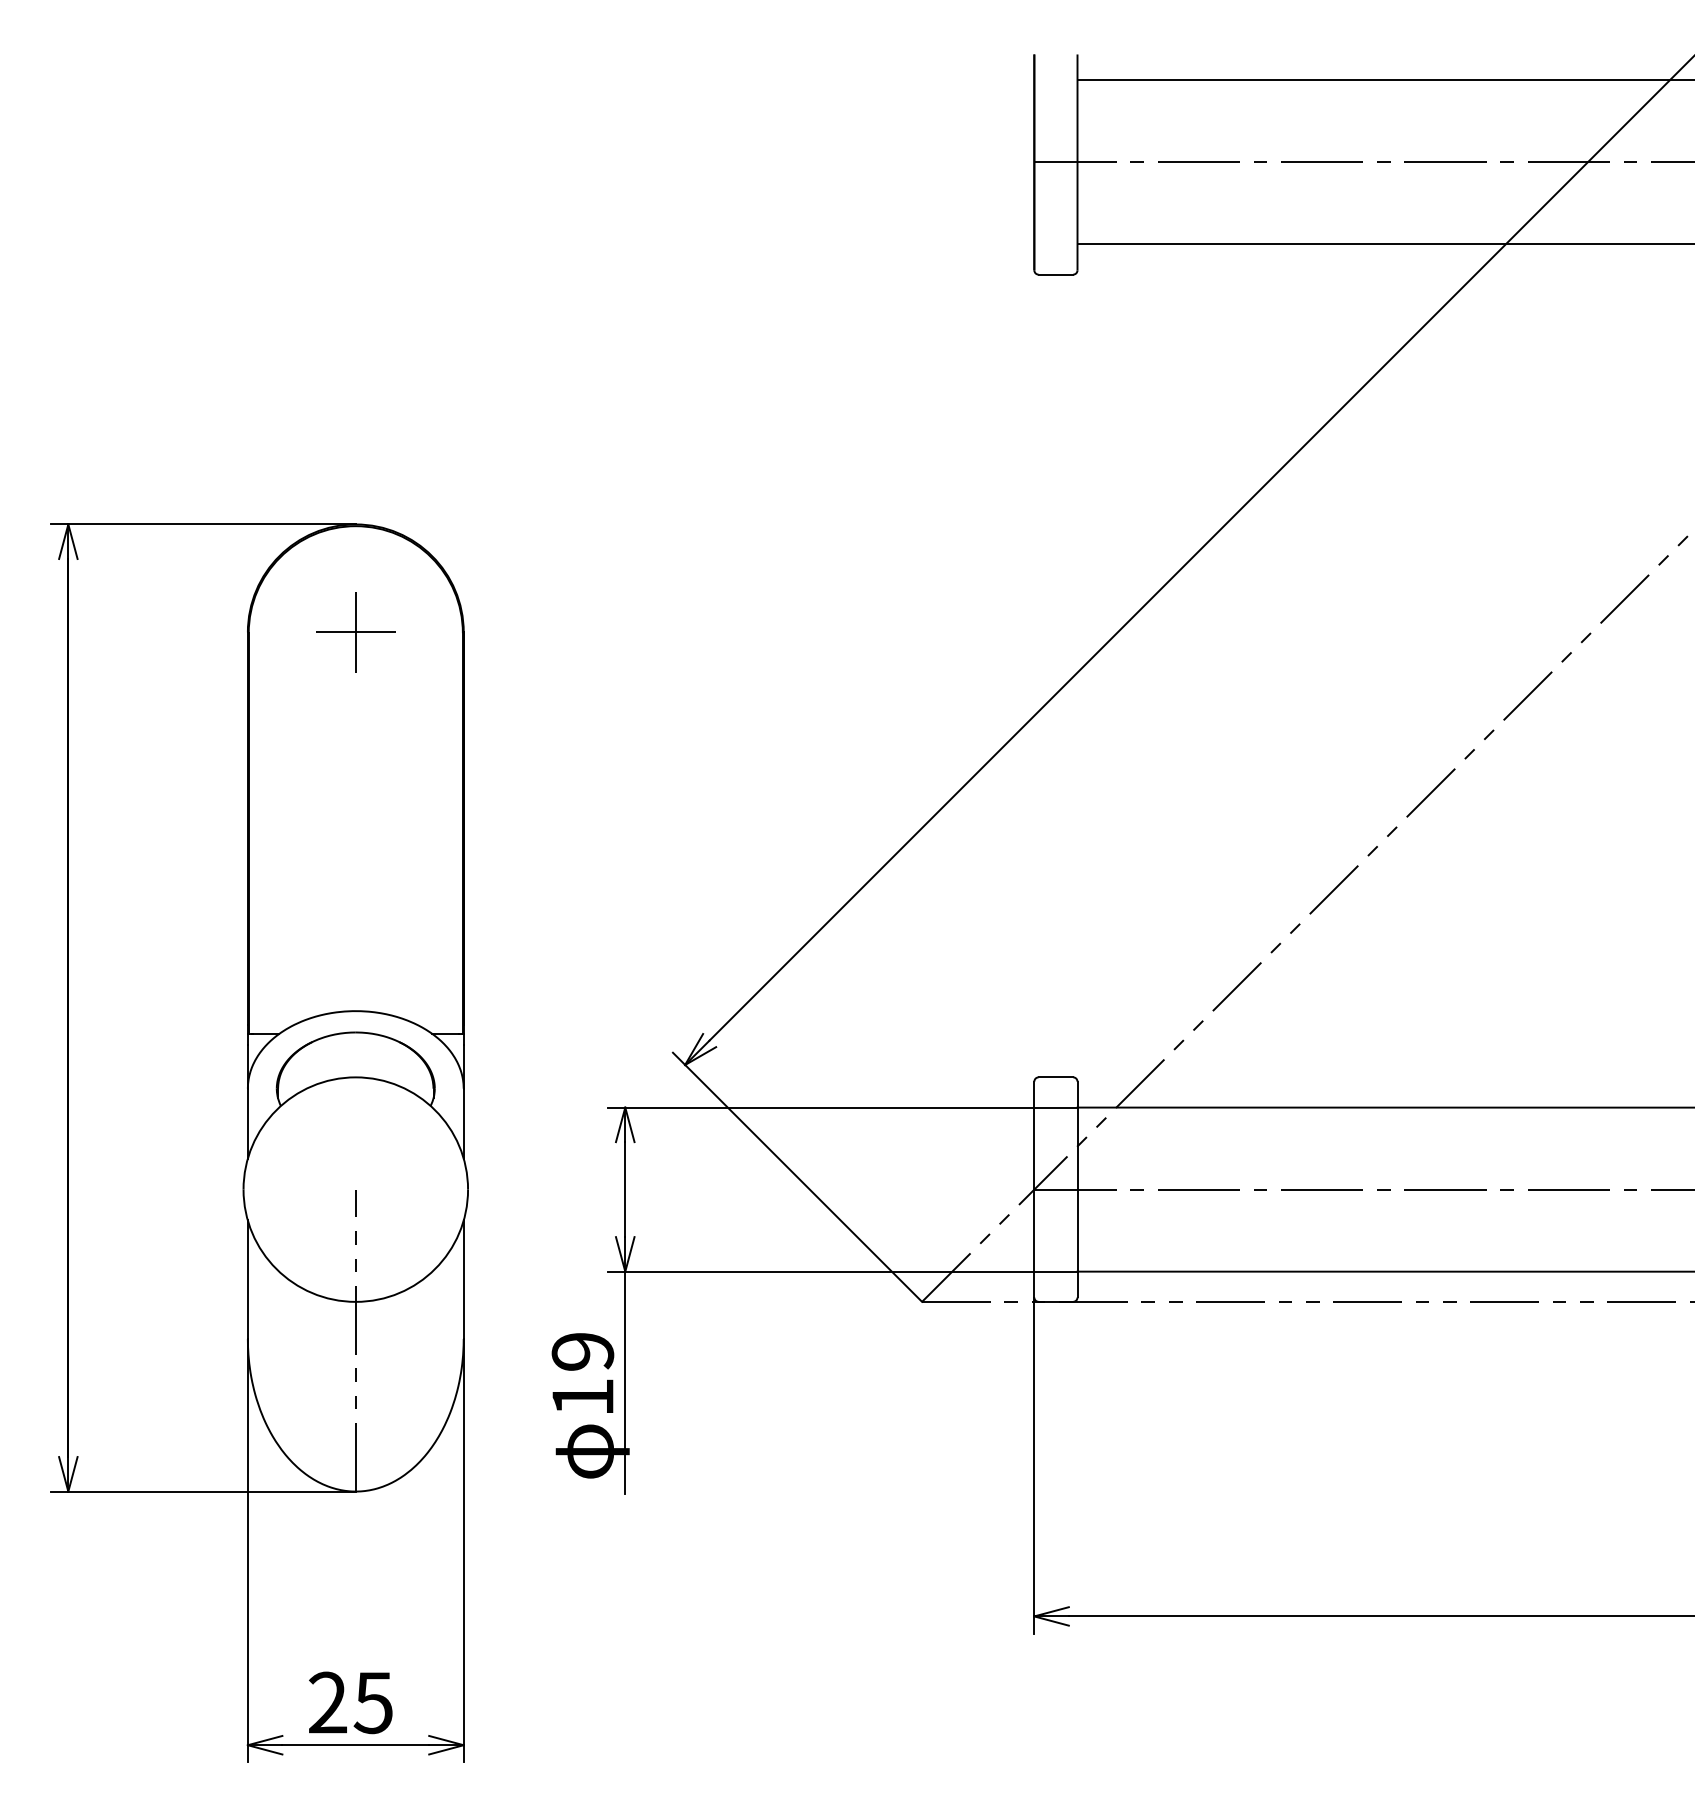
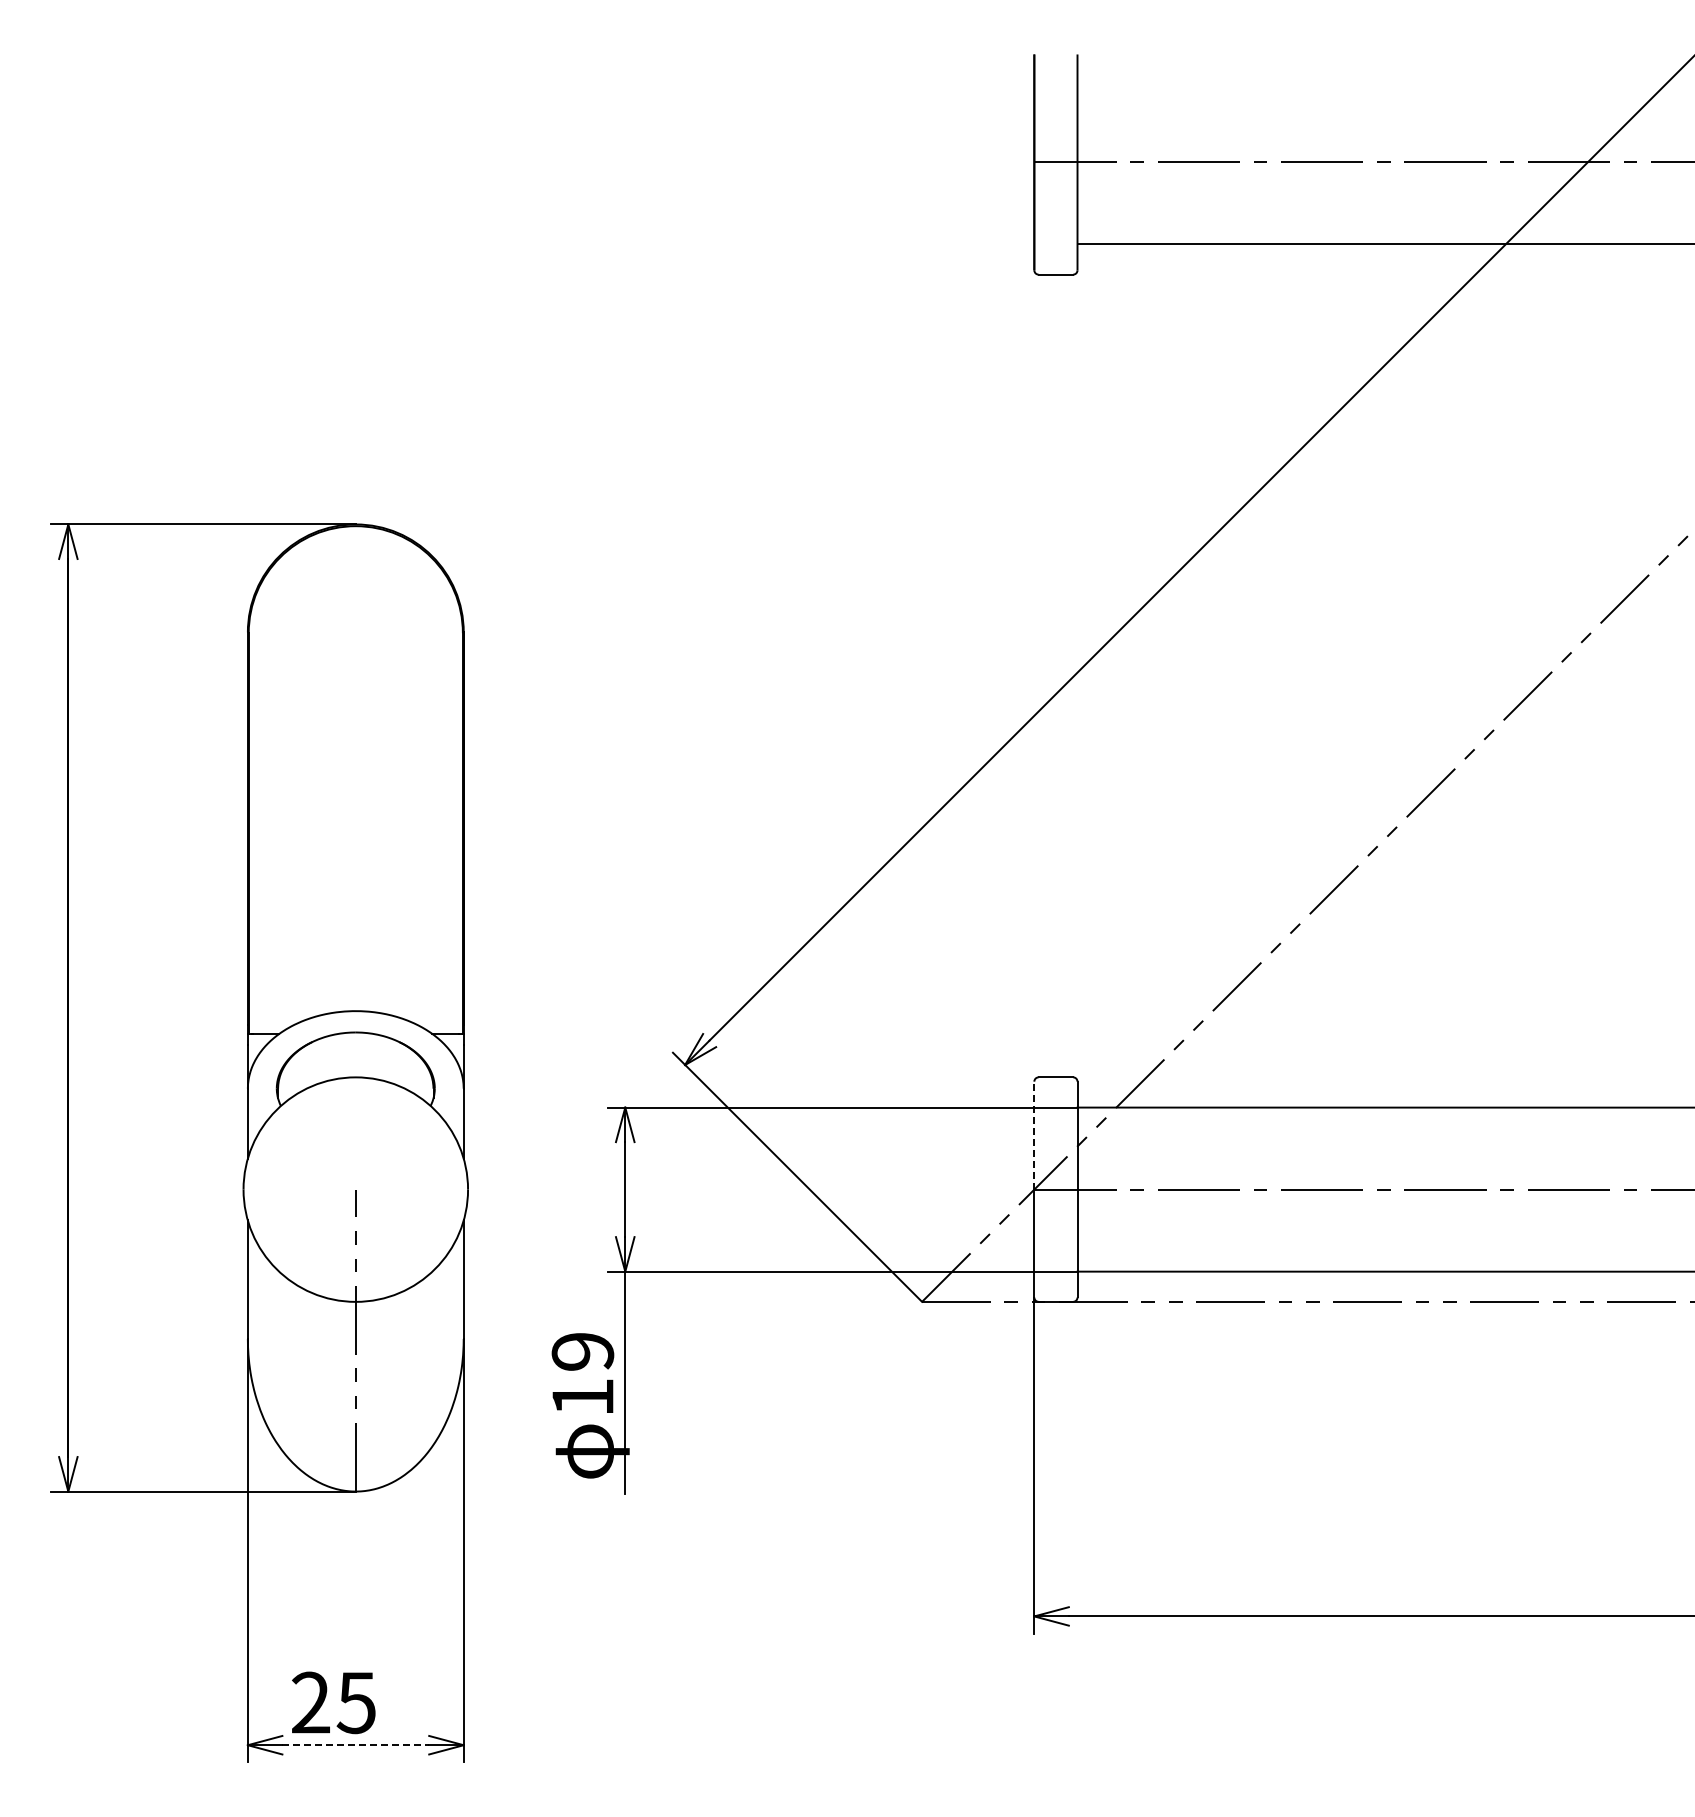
line at (1384, 80): present -> none
part at (355, 632): present -> none
line at (1034, 1135): solid -> dashed
text at (350, 1702) position: (350, 1702) -> (333, 1702)
line at (356, 1745): solid -> dashed
